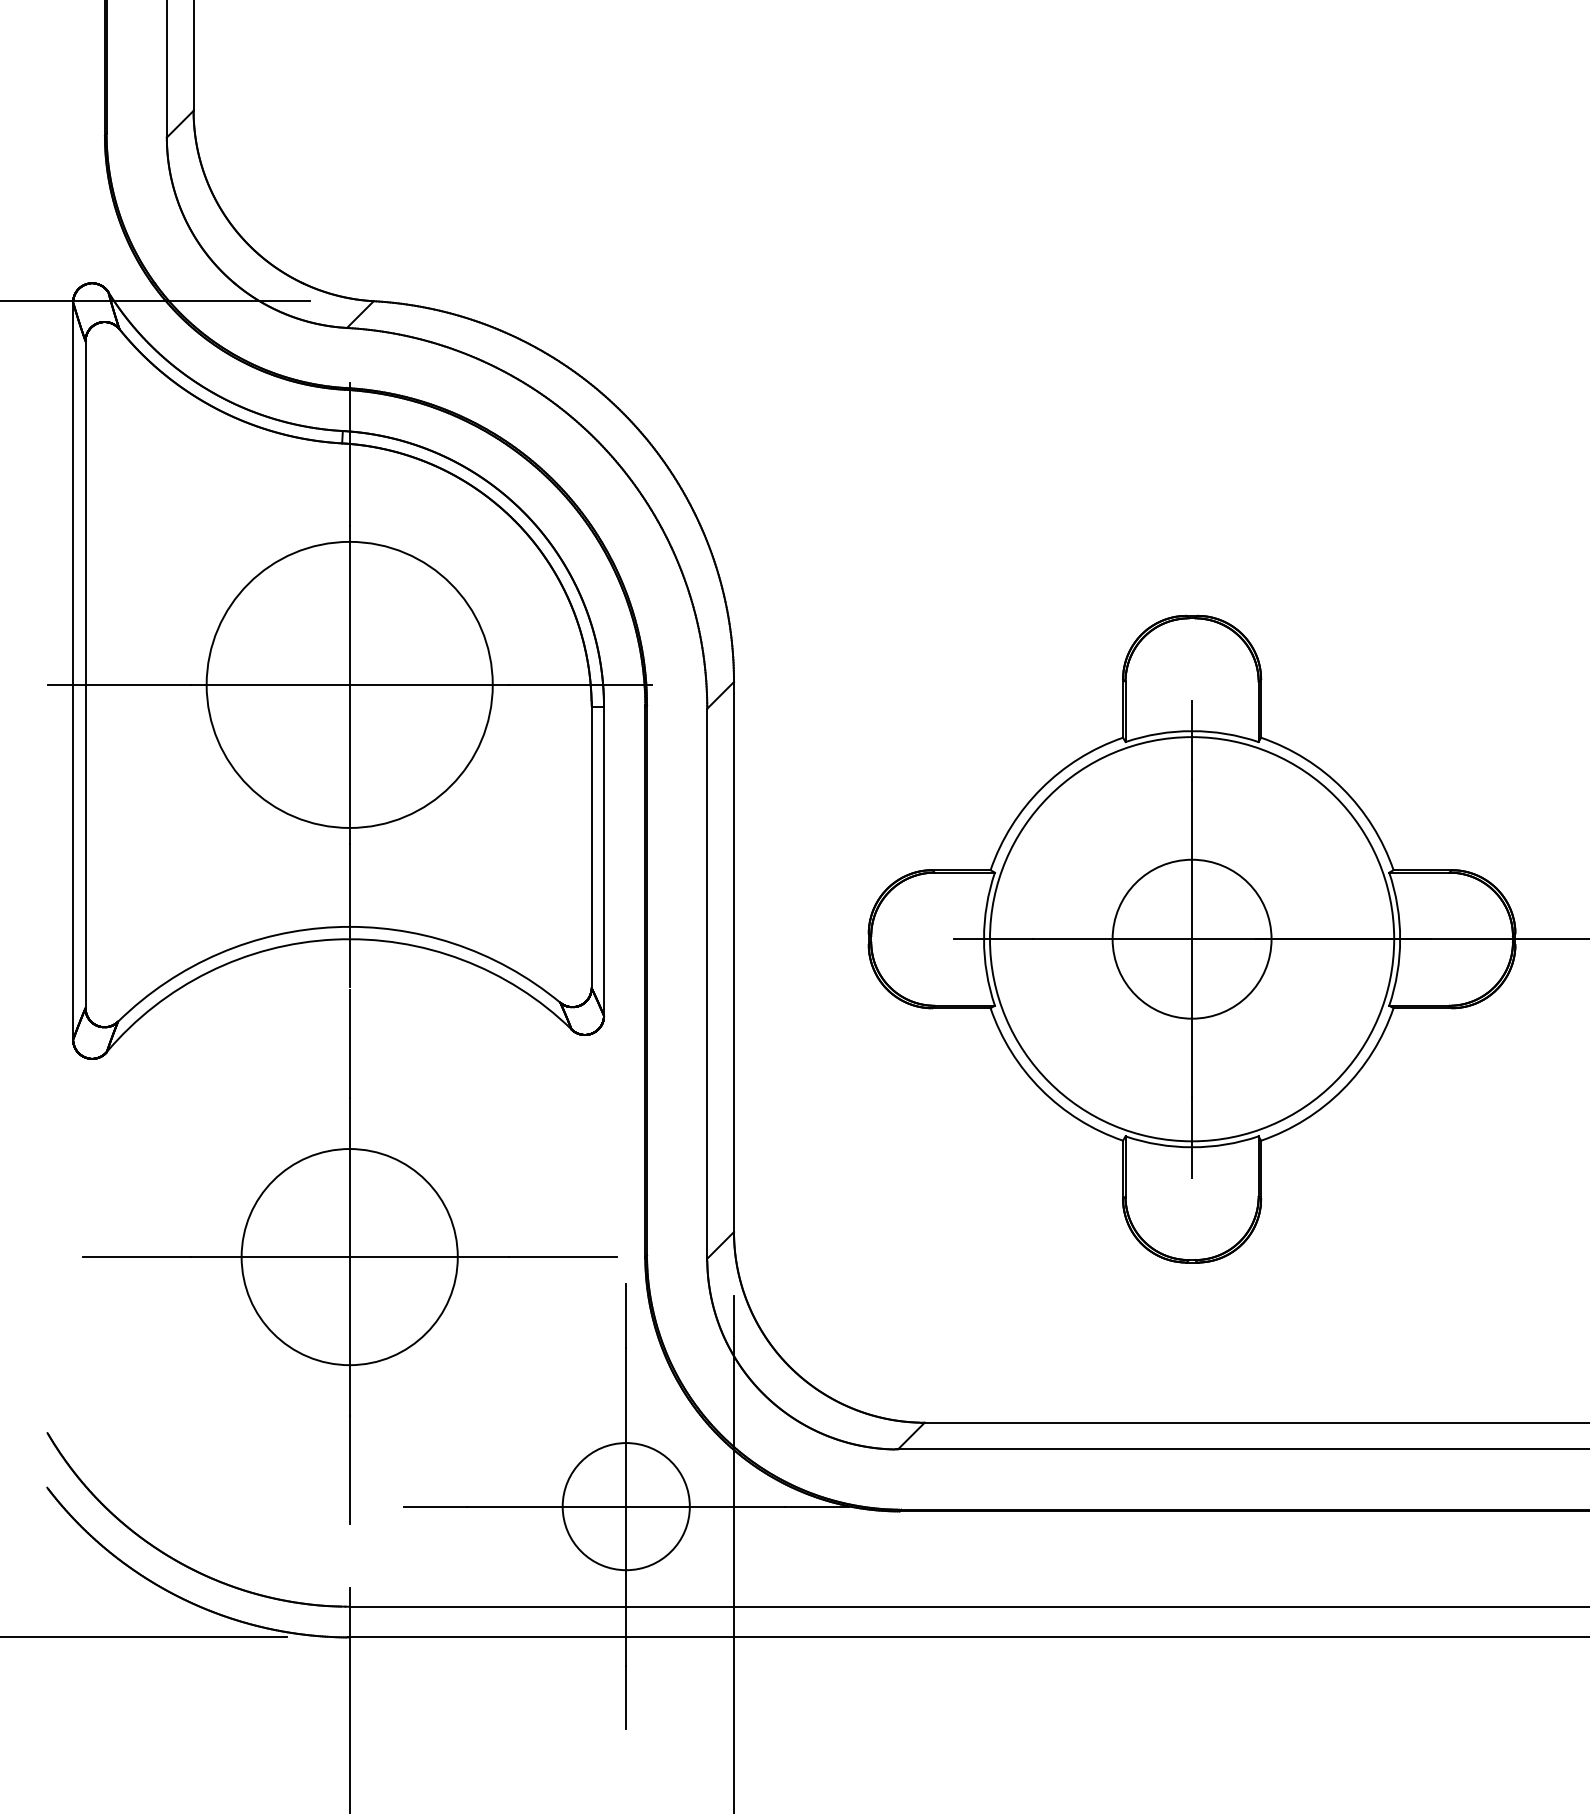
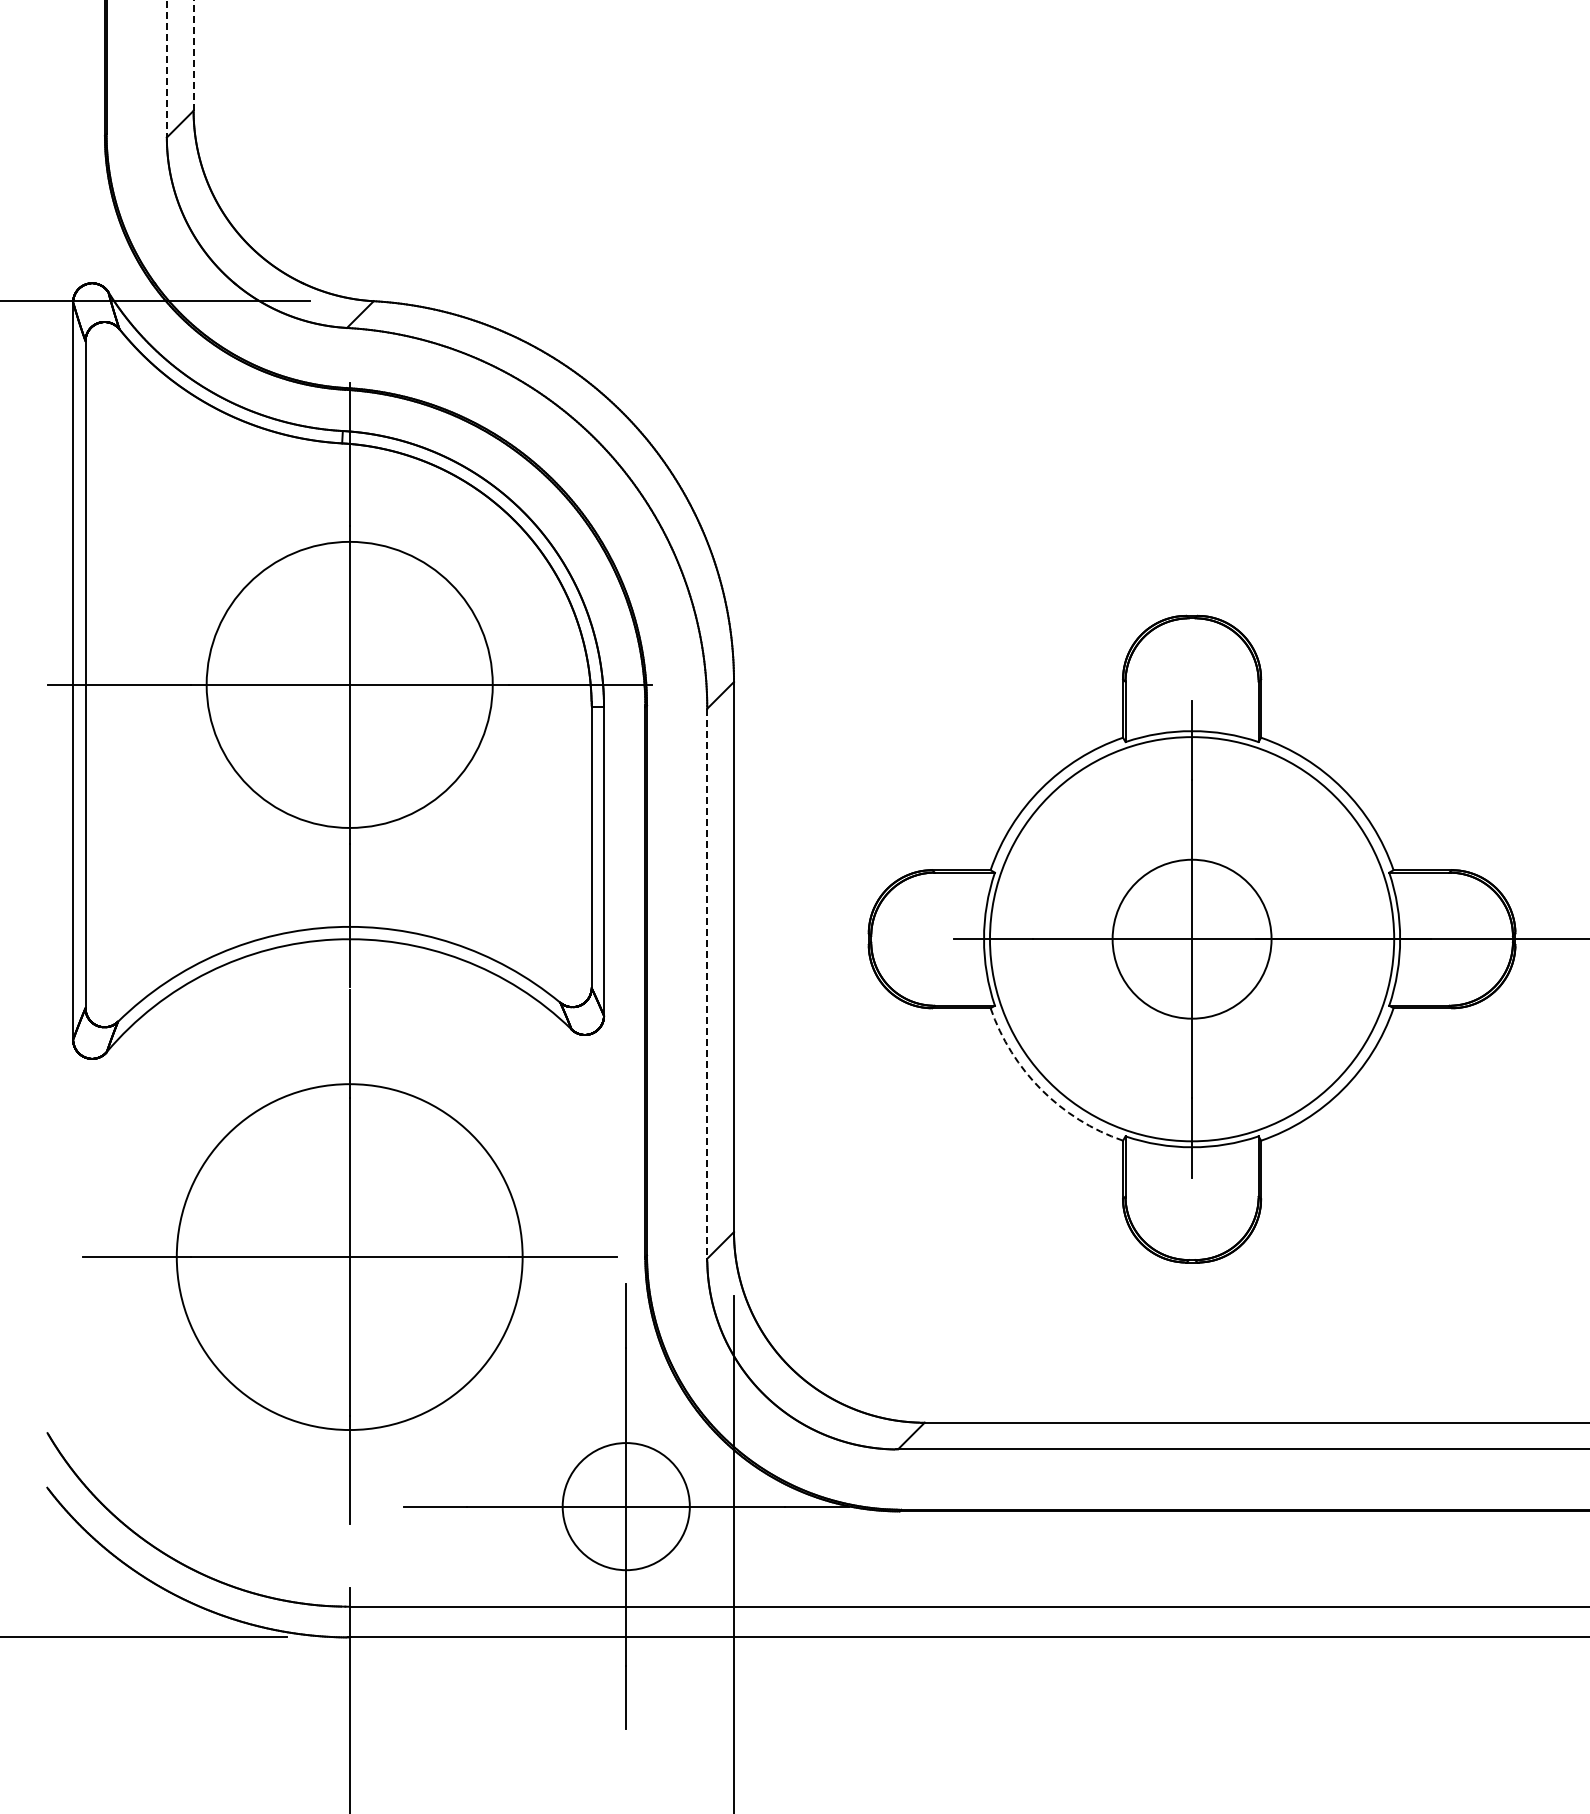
line at (193, 55): solid -> dashed
line at (166, 69): solid -> dashed
line at (707, 984): solid -> dashed
arc at (1041, 1089): solid -> dashed
circle at (349, 1257) diameter: 216 px -> 346 px
